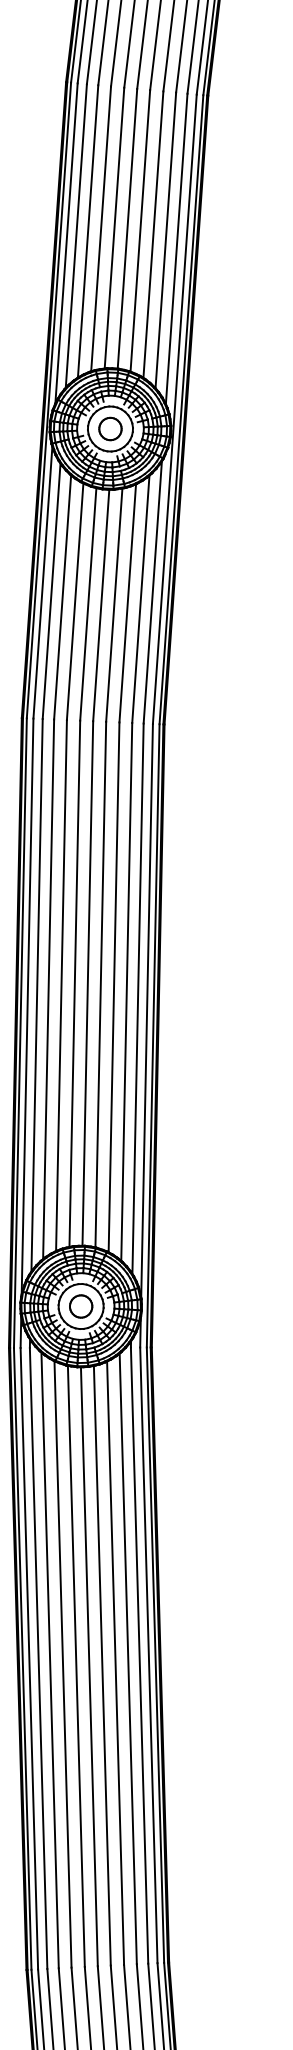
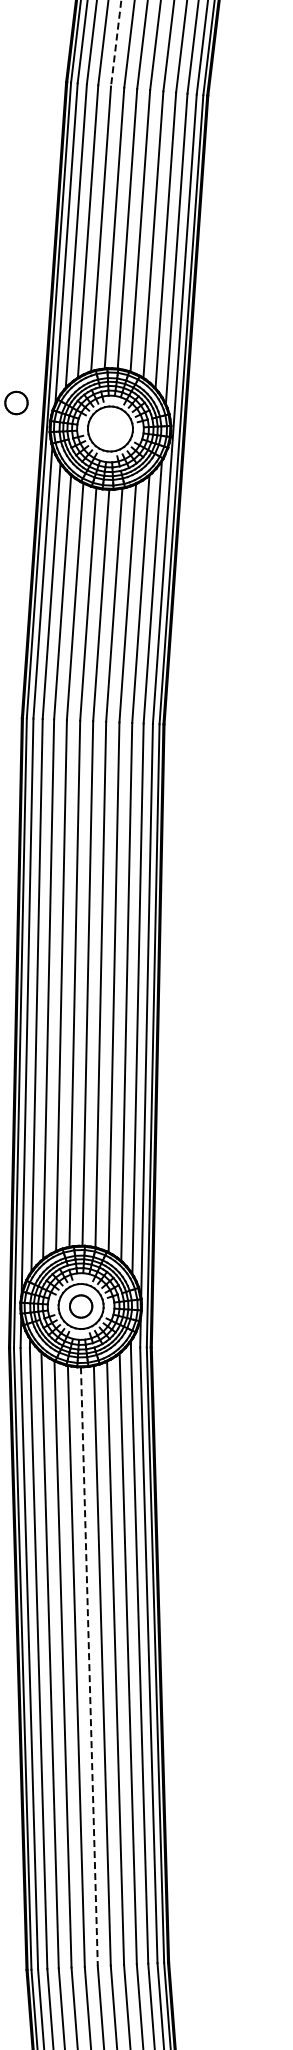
line at (116, 43): solid -> dashed
part at (110, 428) position: (110, 428) -> (16, 402)
line at (89, 1666): solid -> dashed
